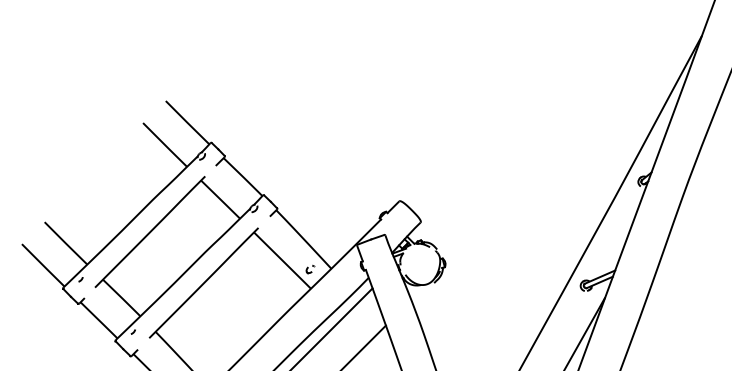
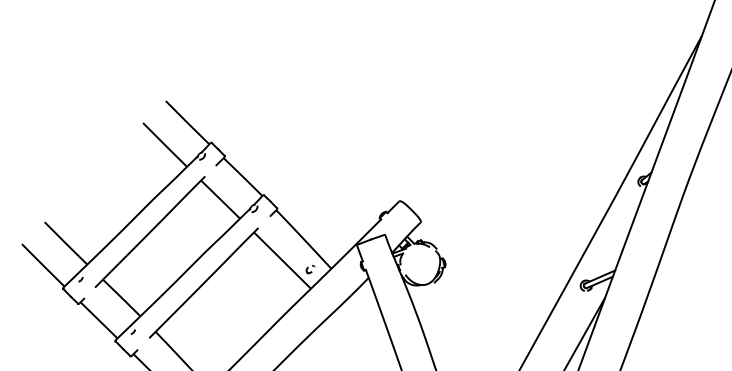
line at (332, 327): present -> none
line at (364, 346): present -> none
